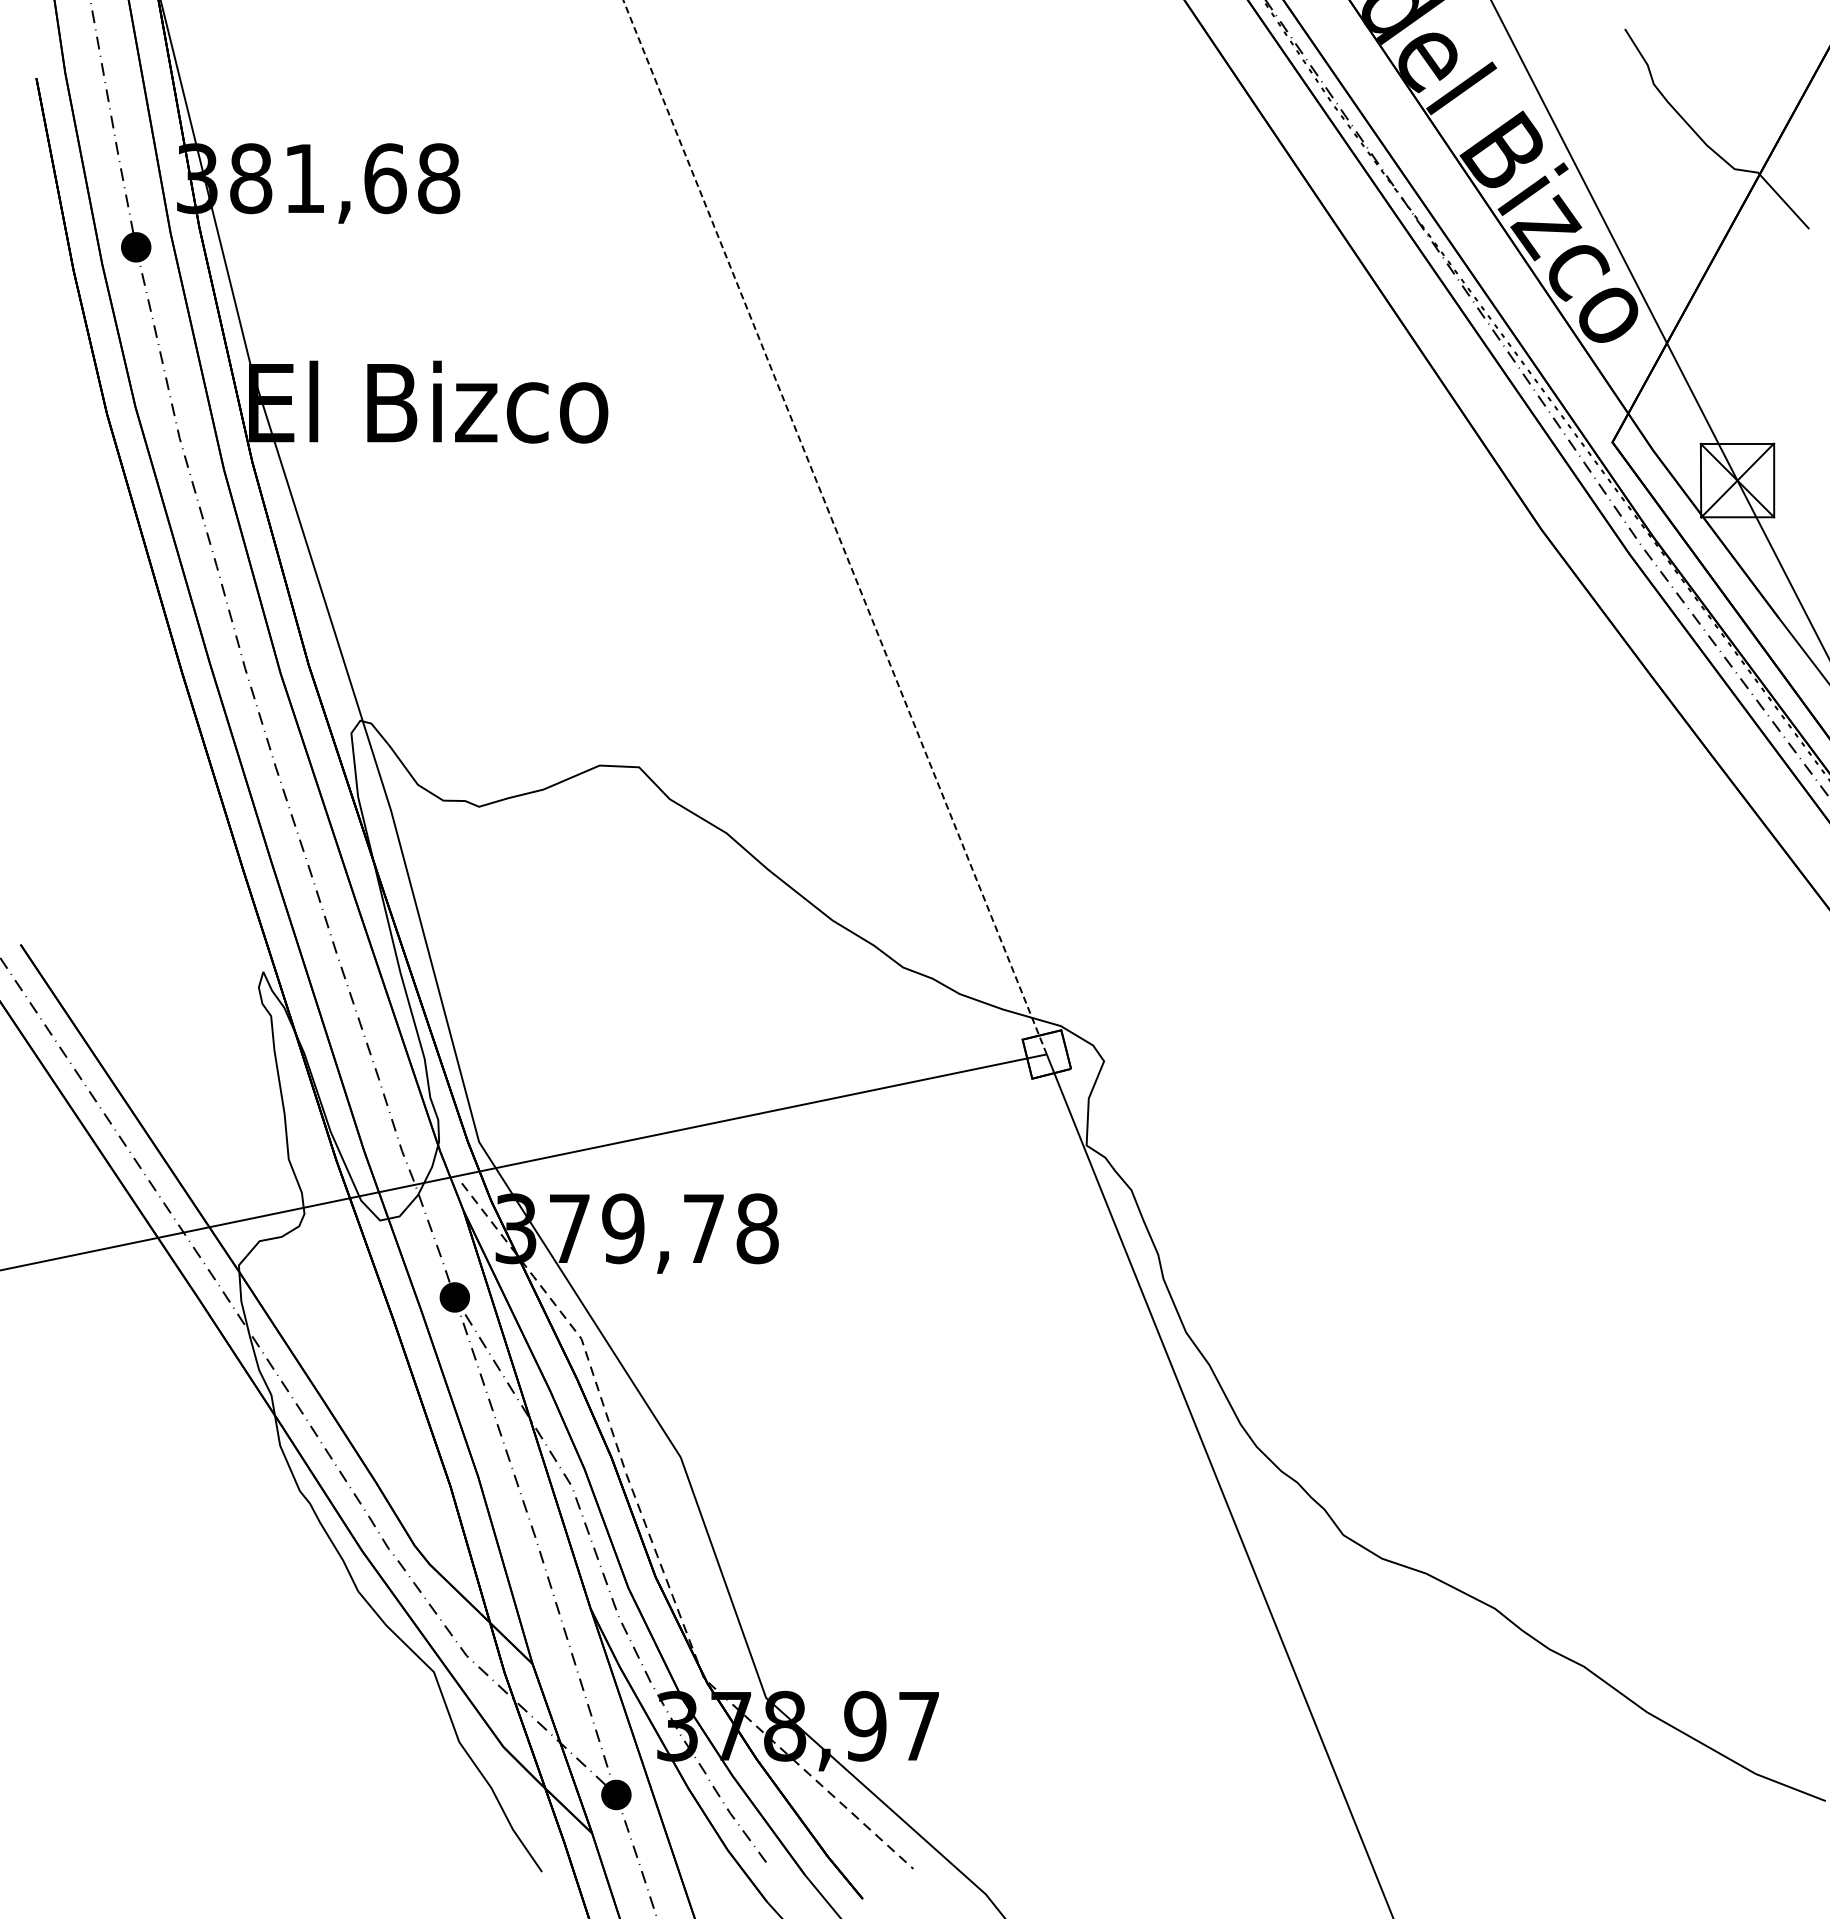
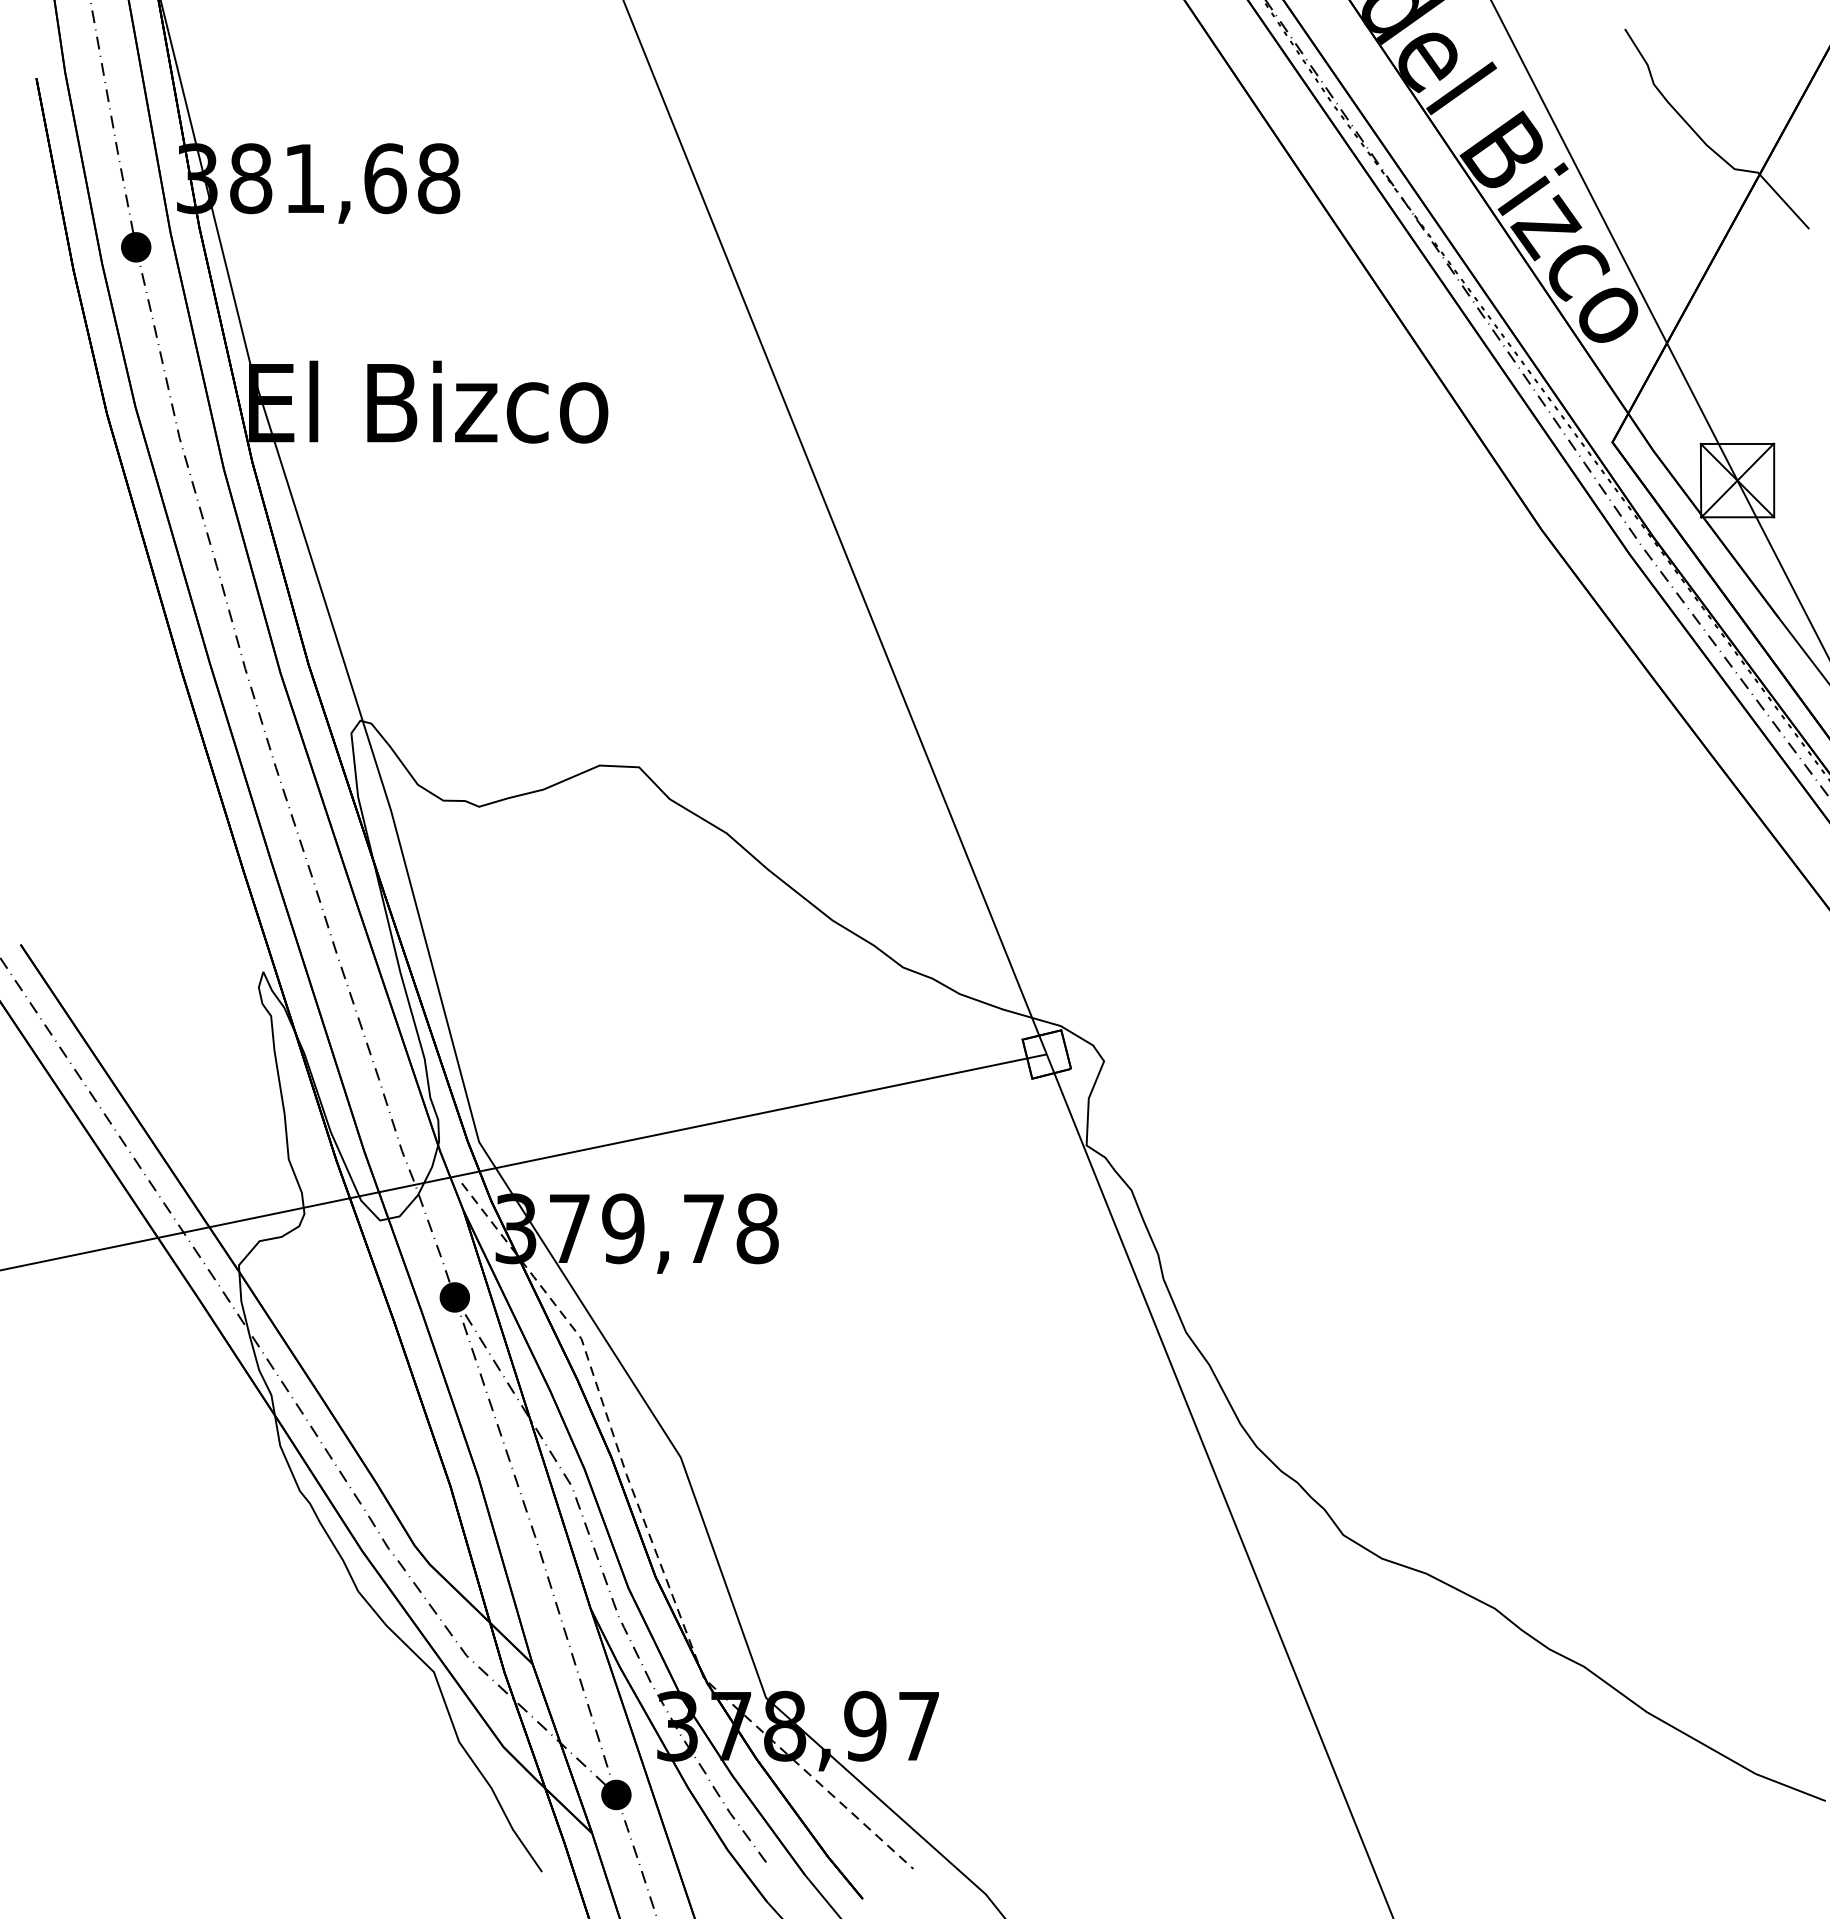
line at (835, 527): dashed -> solid
